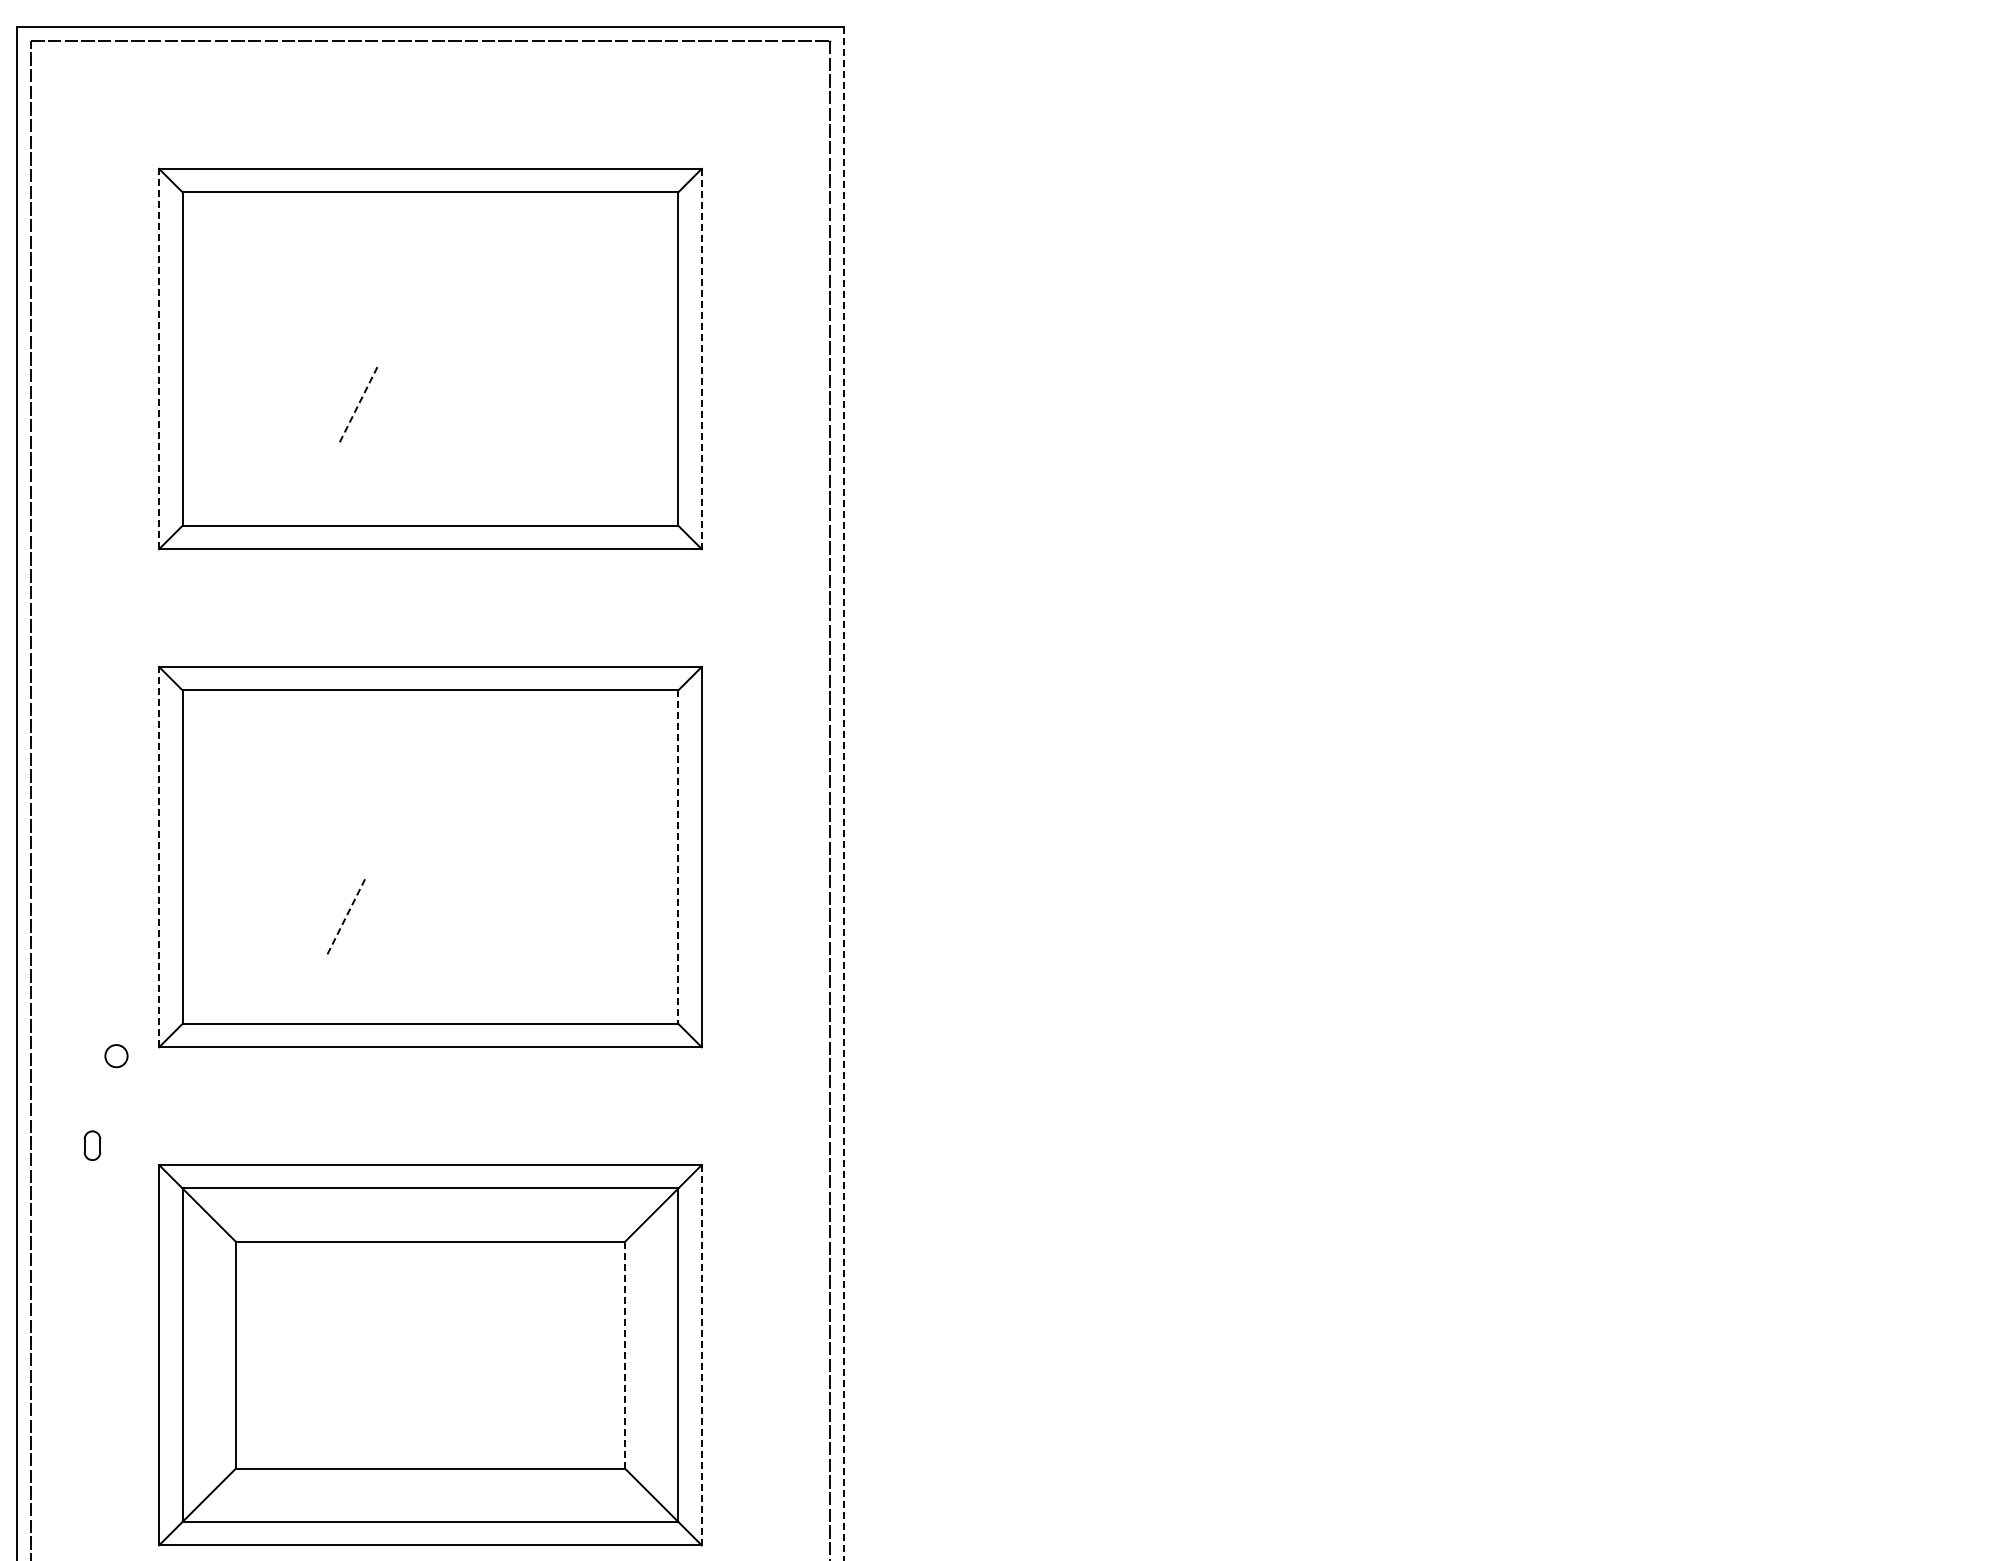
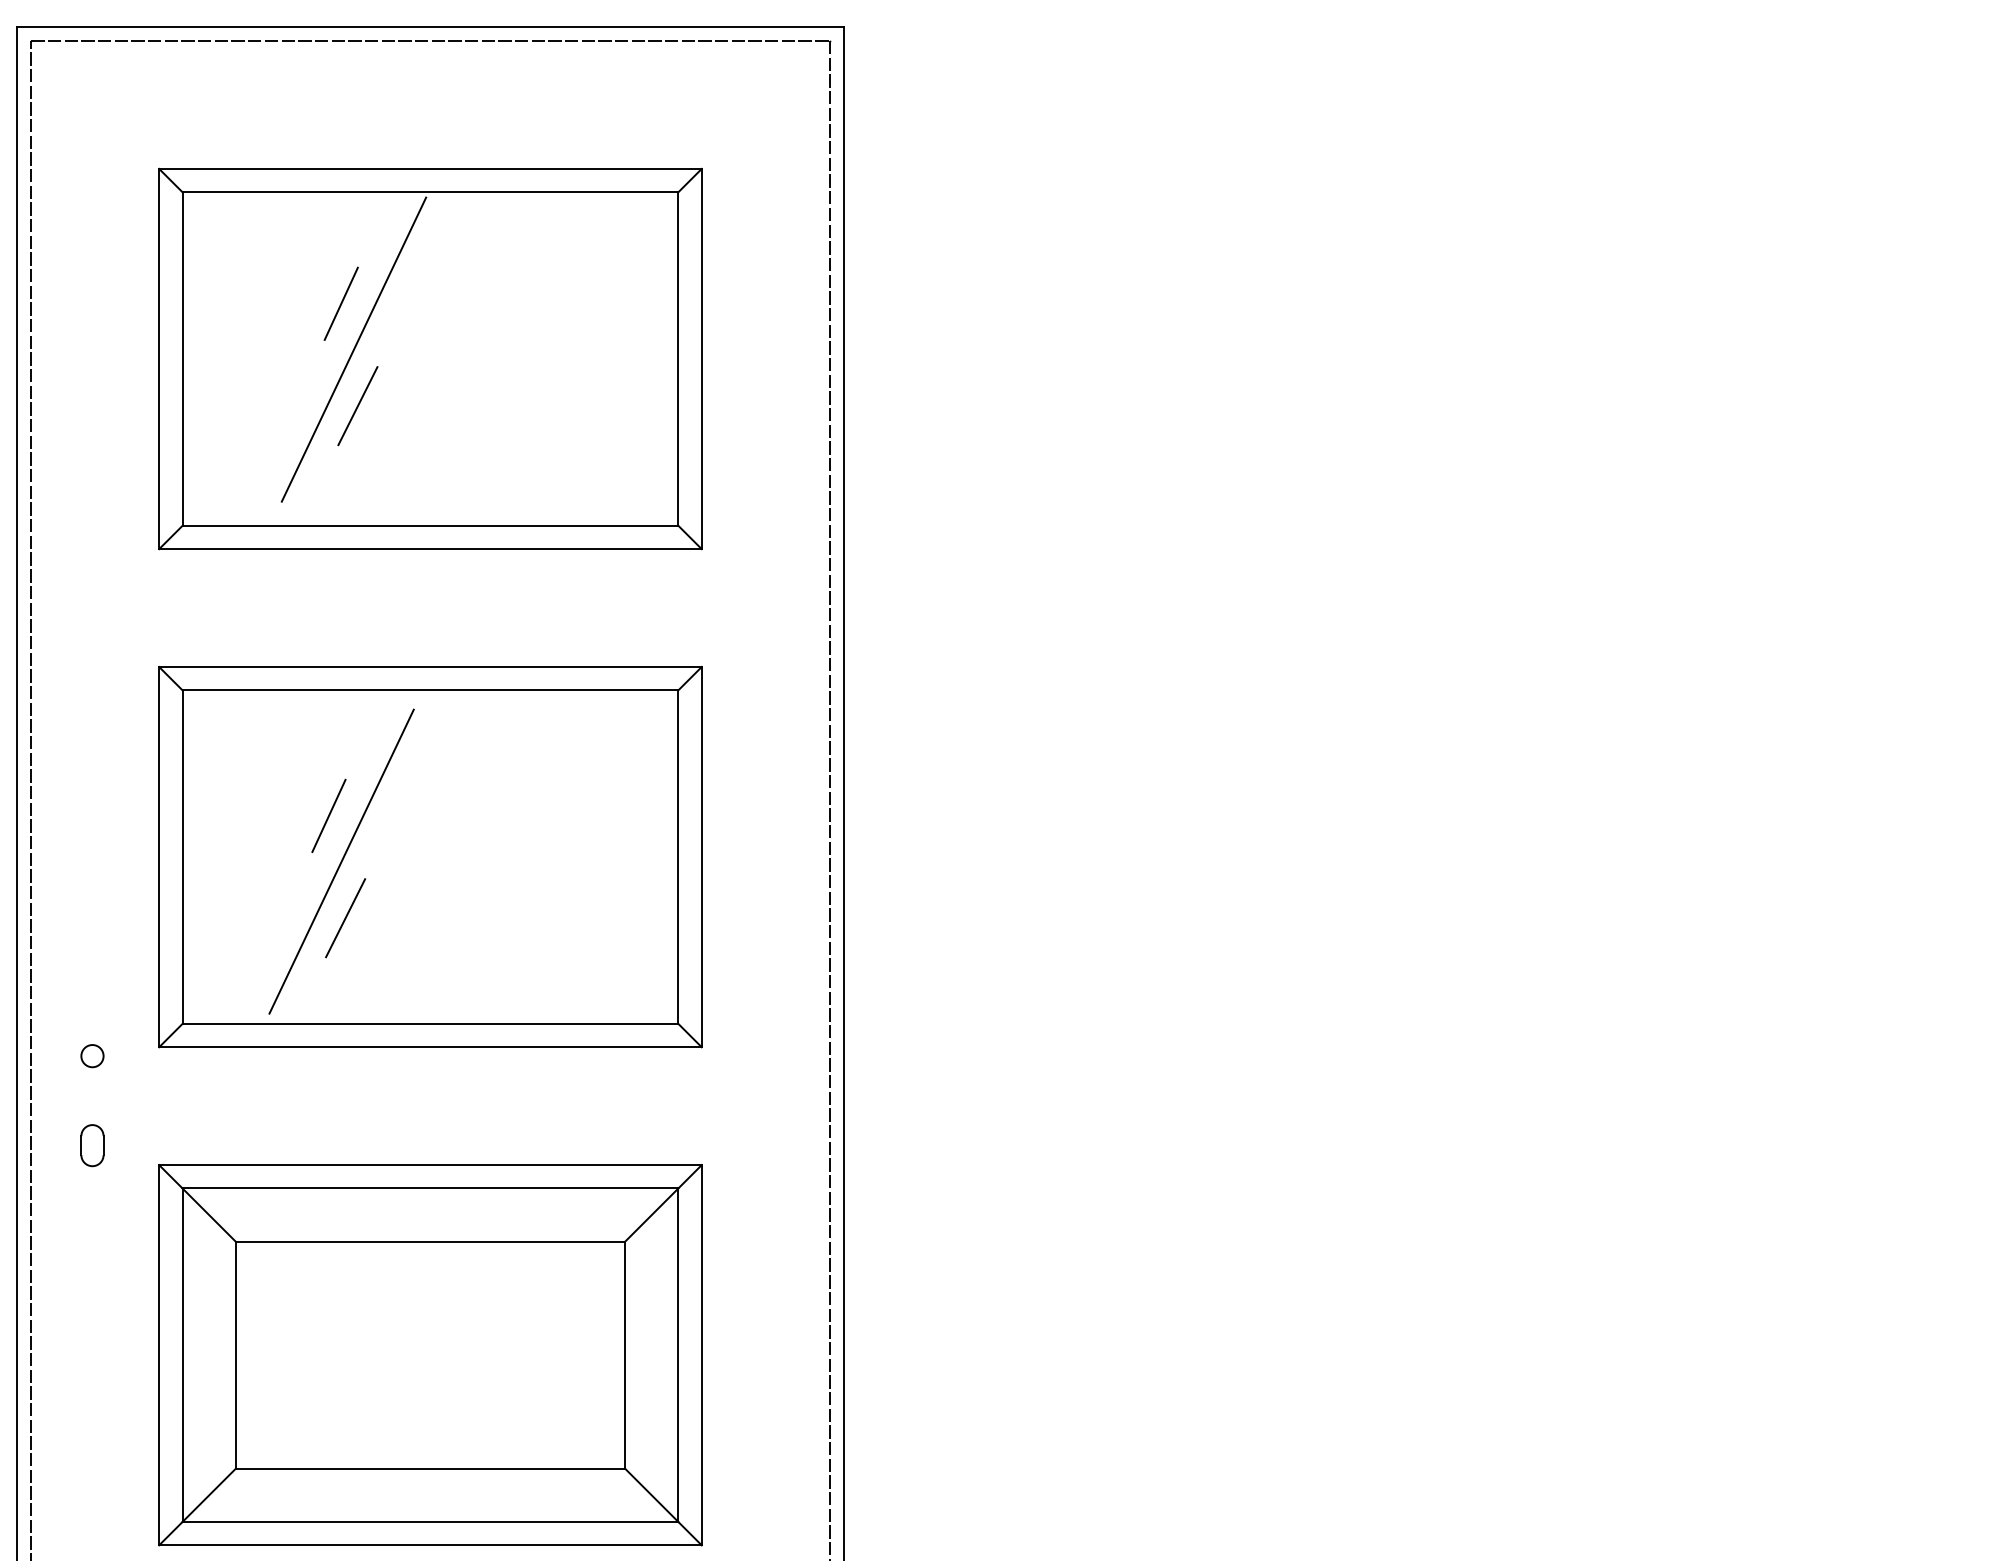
line at (340, 303): none -> present
line at (353, 349): none -> present
line at (159, 358): dashed -> solid
line at (701, 359): dashed -> solid
line at (357, 406): dashed -> solid
line at (844, 793): dashed -> solid
line at (328, 815): none -> present
line at (159, 856): dashed -> solid
line at (678, 857): dashed -> solid
line at (341, 861): none -> present
line at (345, 918): dashed -> solid
circle at (116, 1056) position: (116, 1056) -> (92, 1056)
part at (92, 1145) size: 19x31 px -> 25x44 px
line at (625, 1355): dashed -> solid
line at (701, 1355): dashed -> solid
